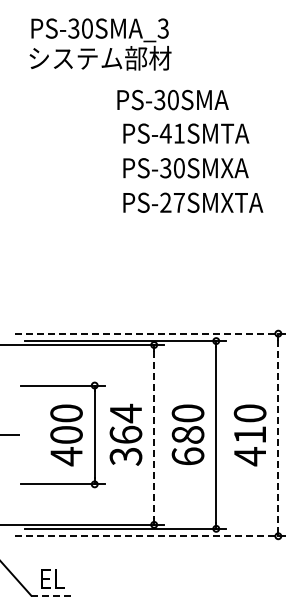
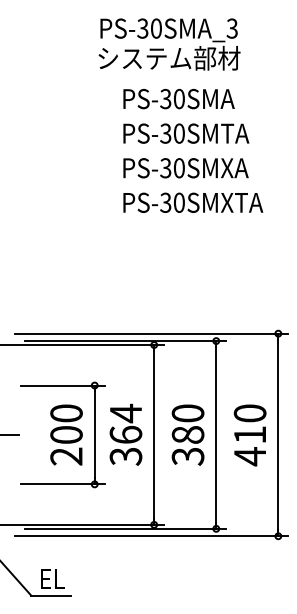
text at (100, 44) position: (100, 44) -> (169, 44)
text at (172, 99) position: (172, 99) -> (178, 98)
text at (171, 133): PS-41SMTA -> PS-30SMTA
text at (172, 202): PS-27SMXTA -> PS-30SMXTA
line at (152, 333): dashed -> solid
line at (154, 434): dashed -> solid
line at (278, 435): dashed -> solid
text at (66, 456): 400 -> 200
text at (187, 456): 680 -> 380
line at (152, 536): dashed -> solid
line at (51, 595): dashed -> solid
